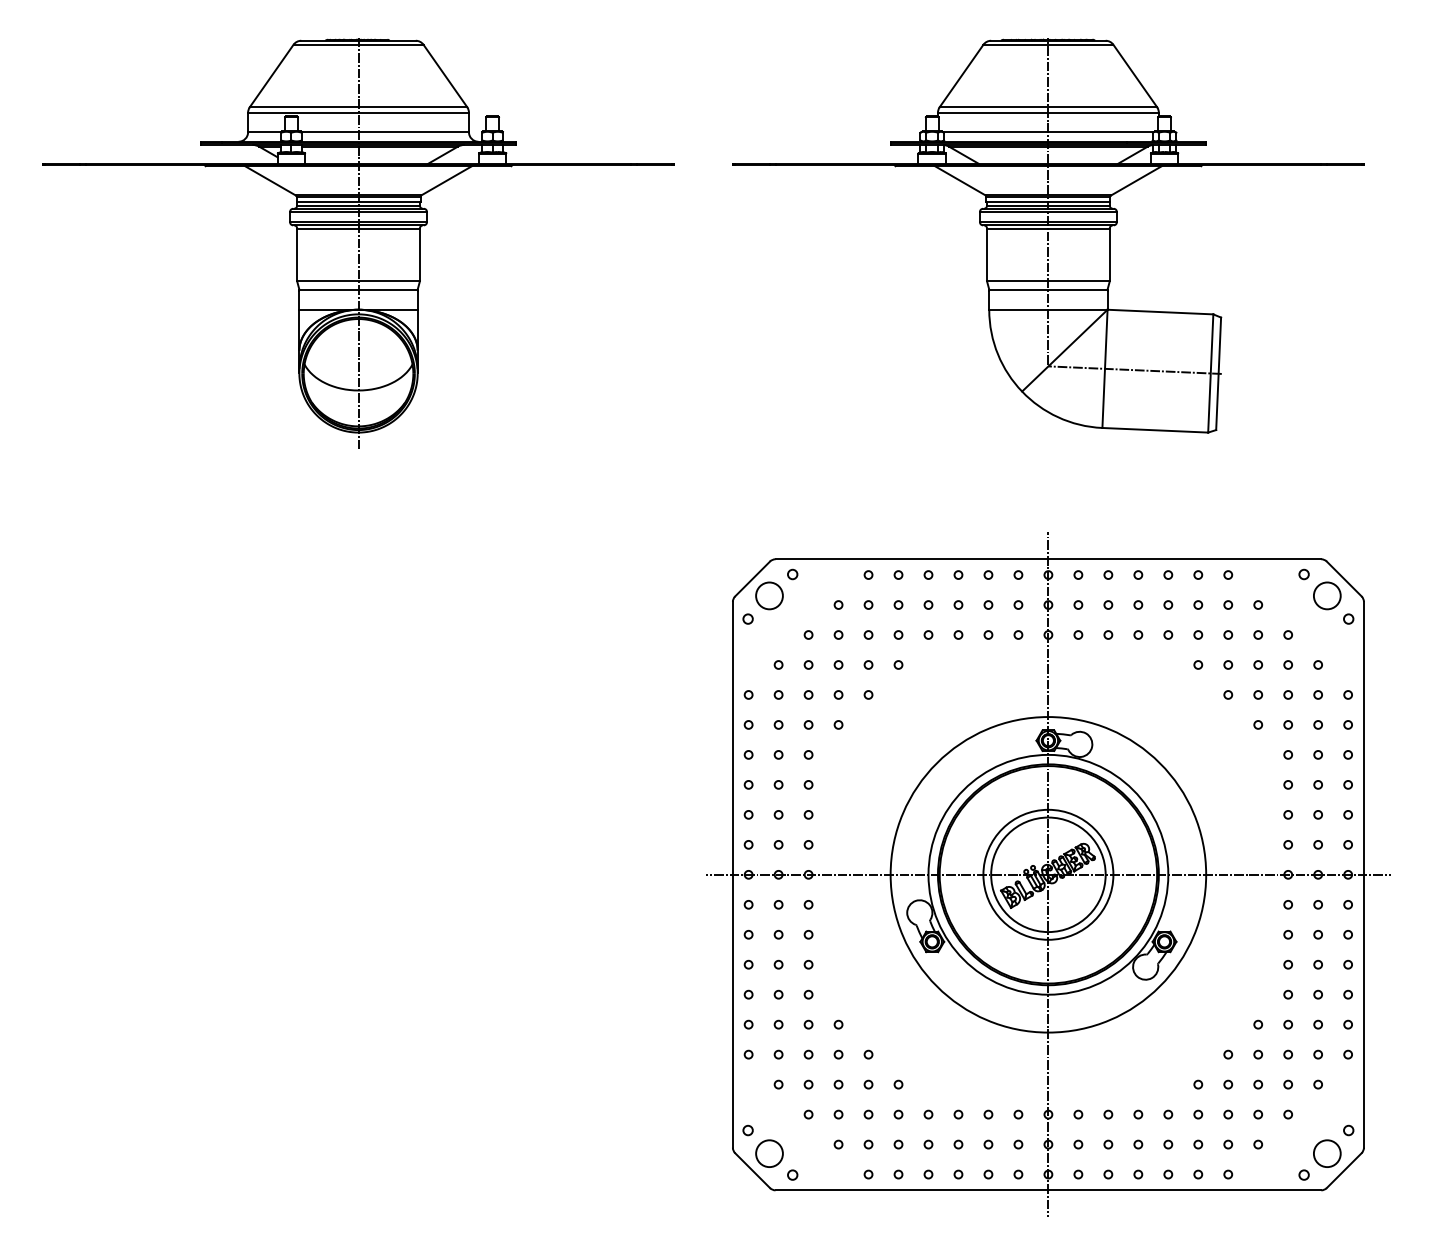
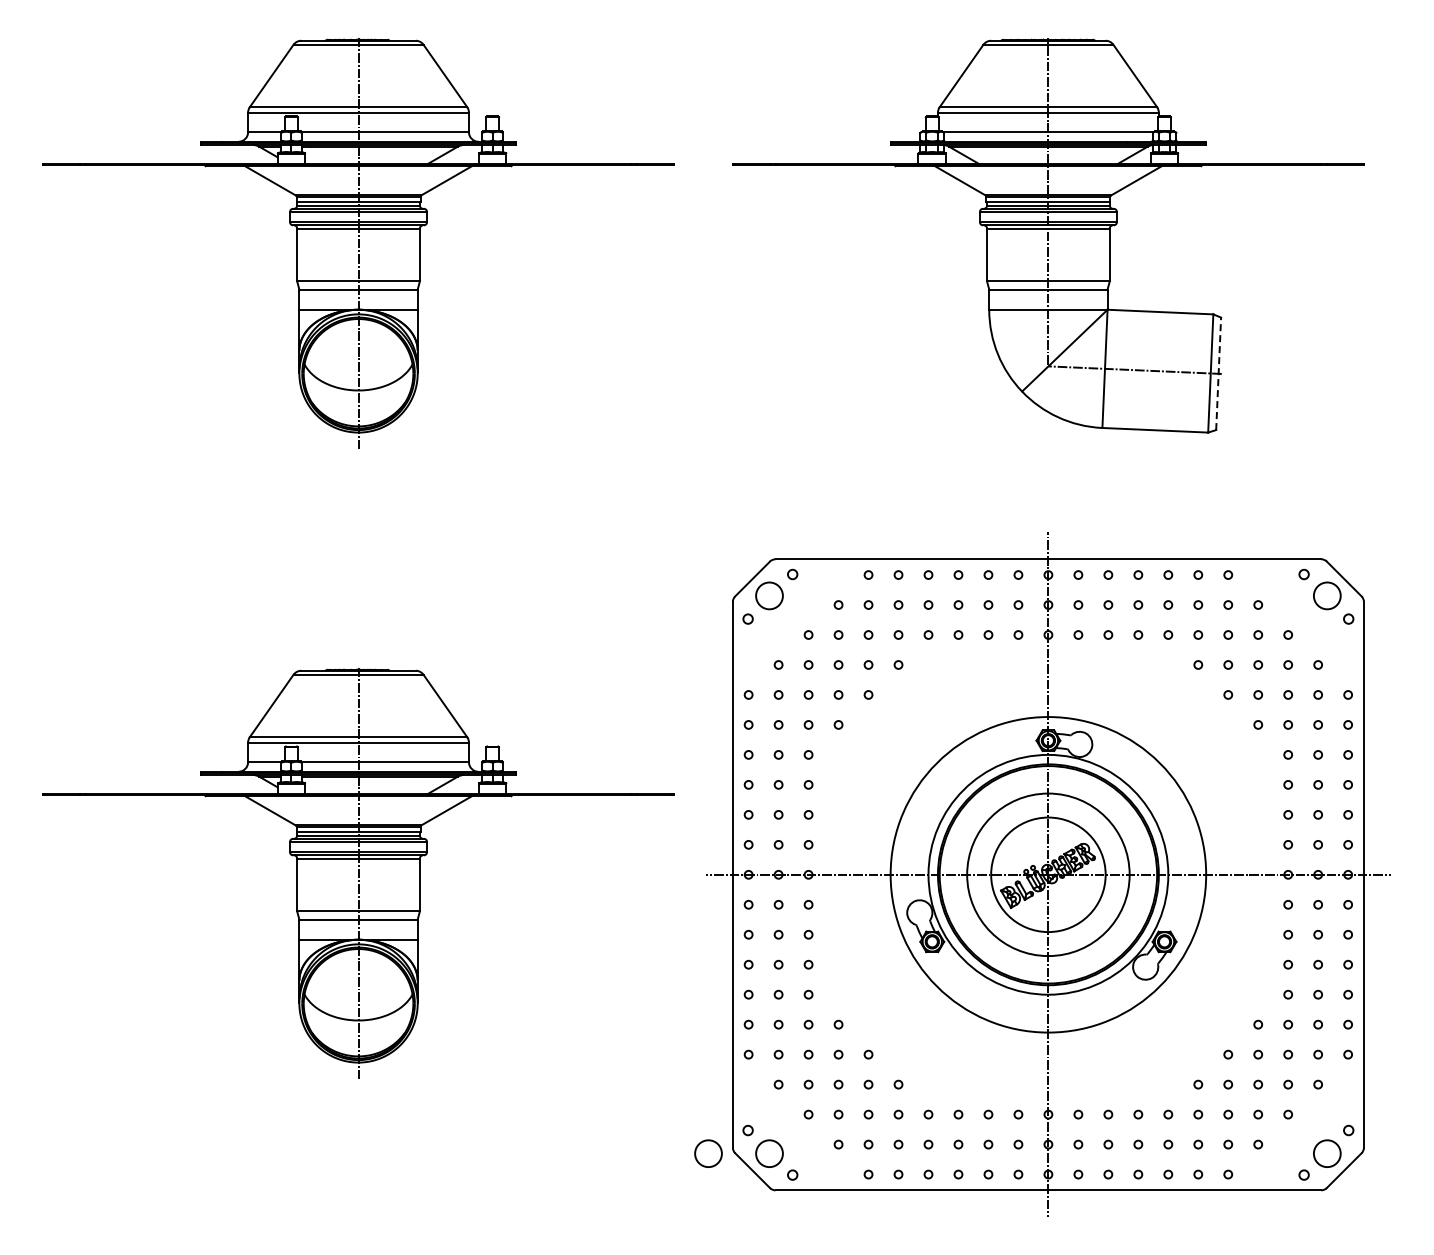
line at (1218, 373): solid -> dashed
part at (358, 873): none -> present
circle at (1048, 874) diameter: 130 px -> 163 px
circle at (708, 1153): none -> present
